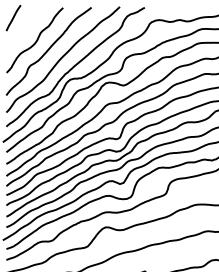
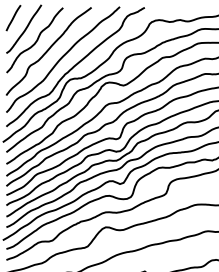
curve at (25, 28): none -> present
